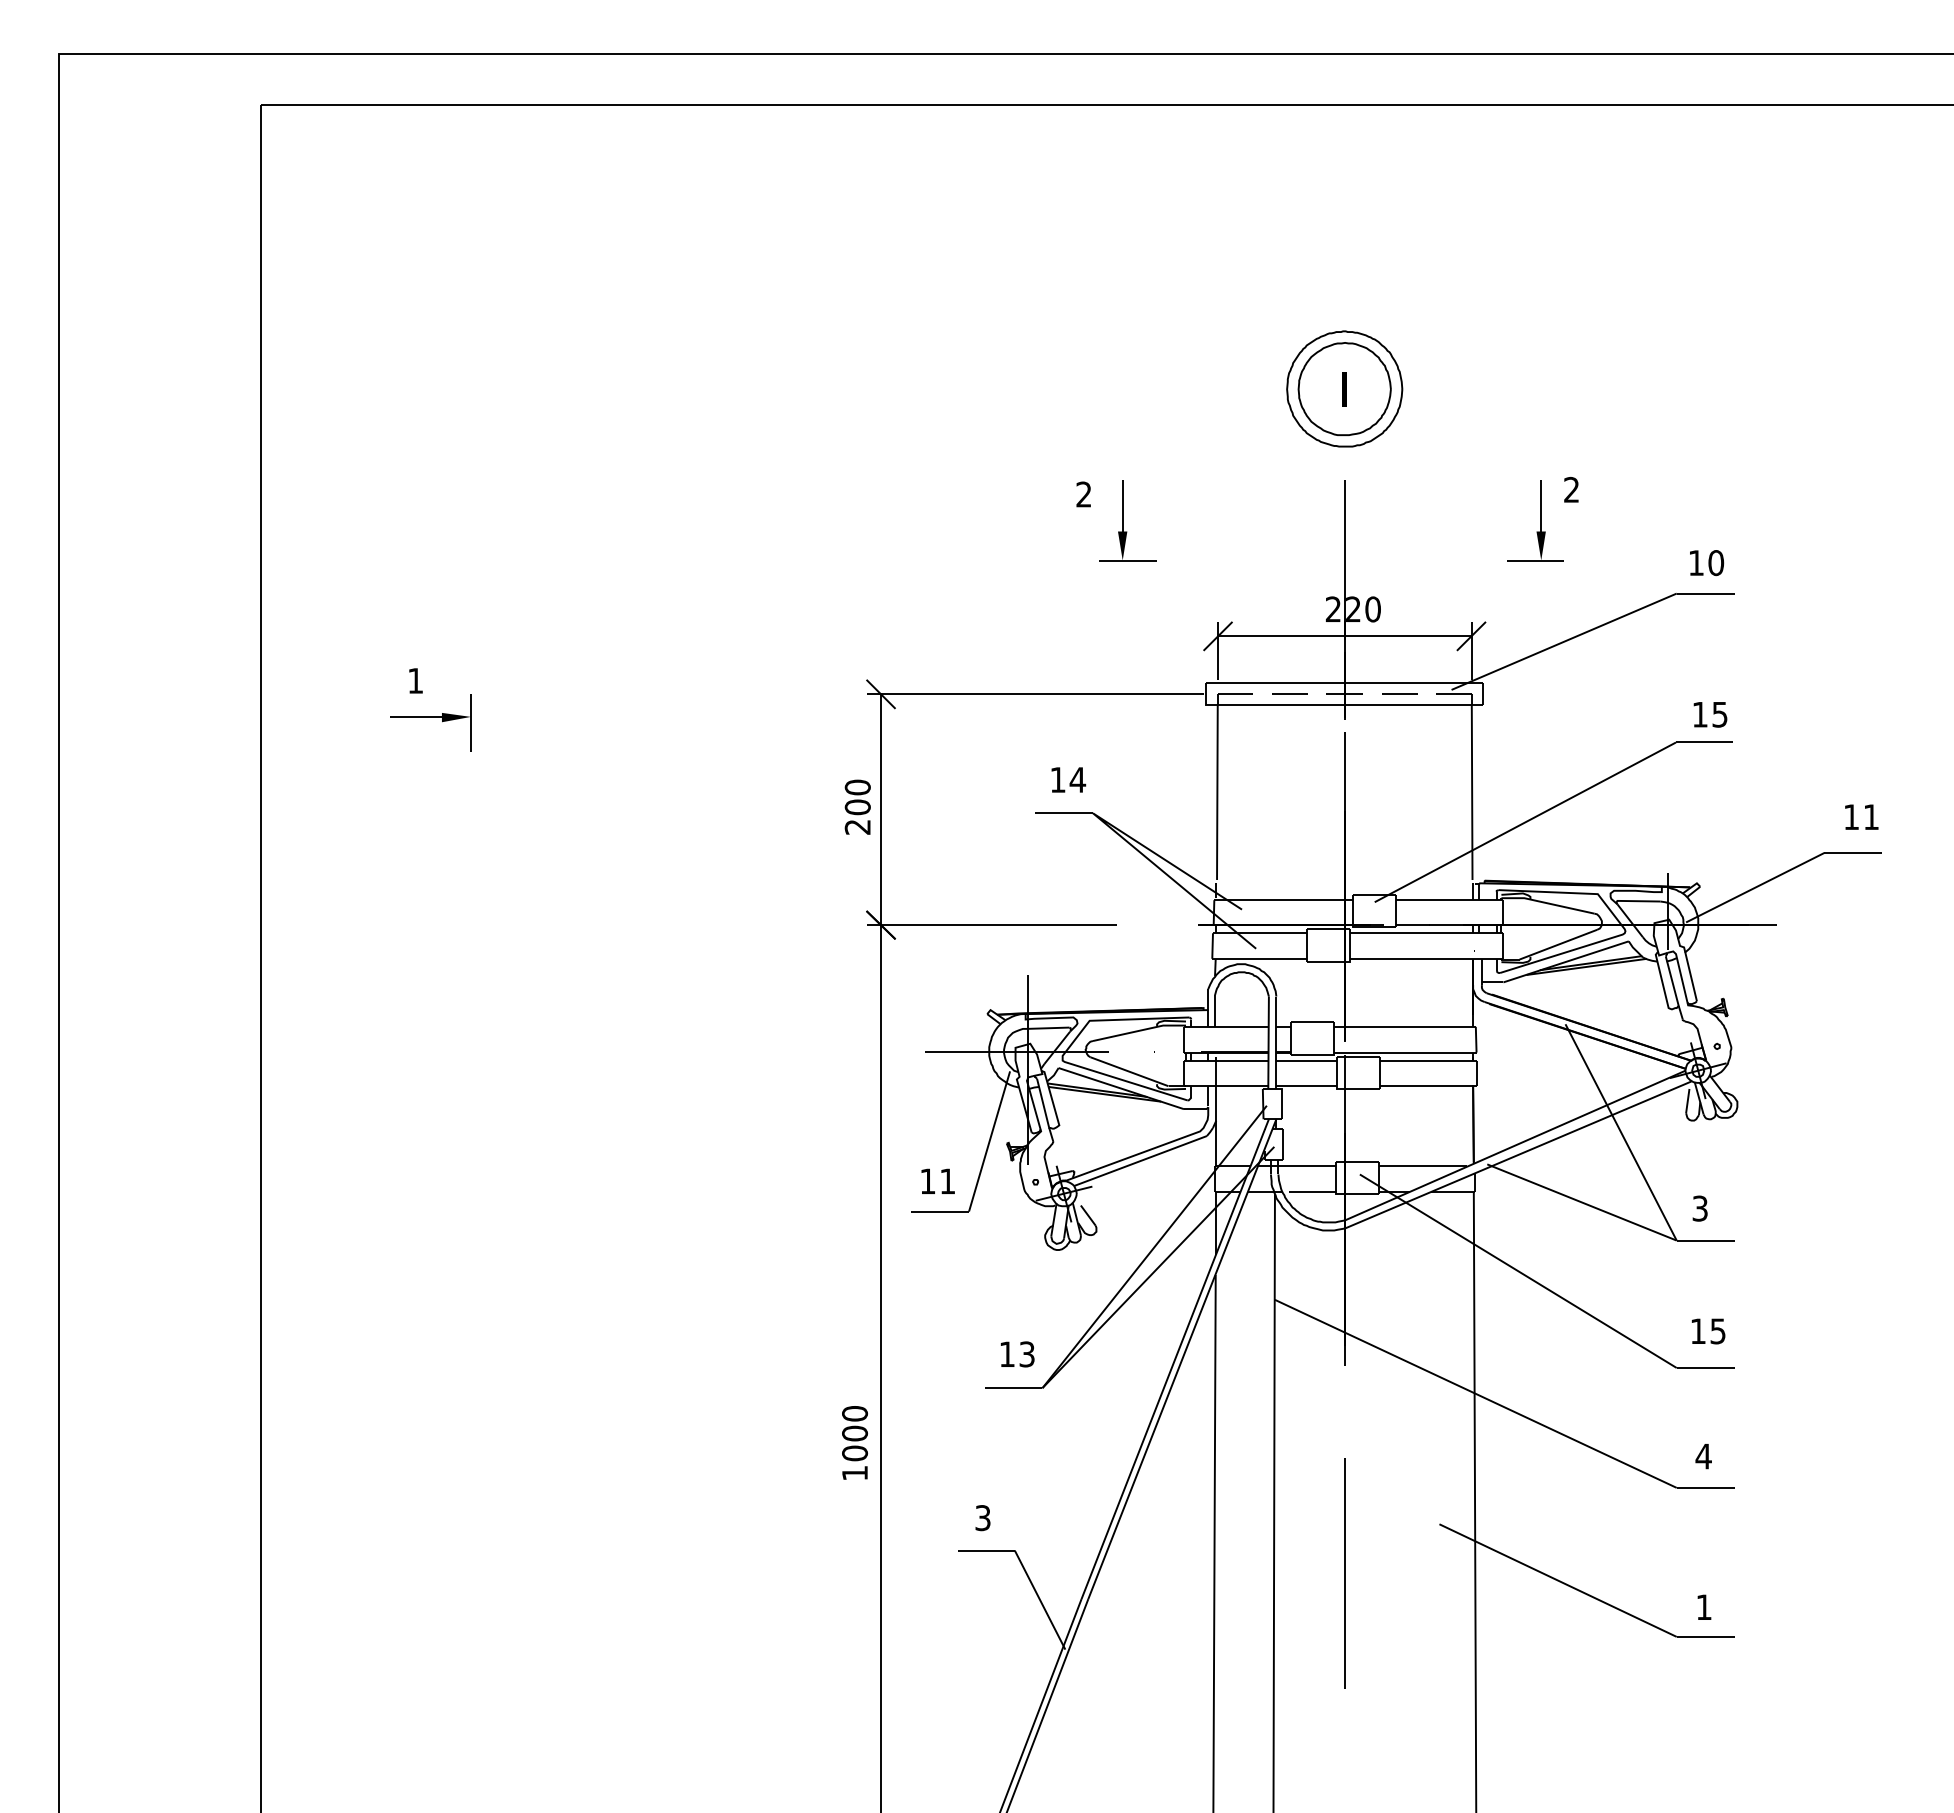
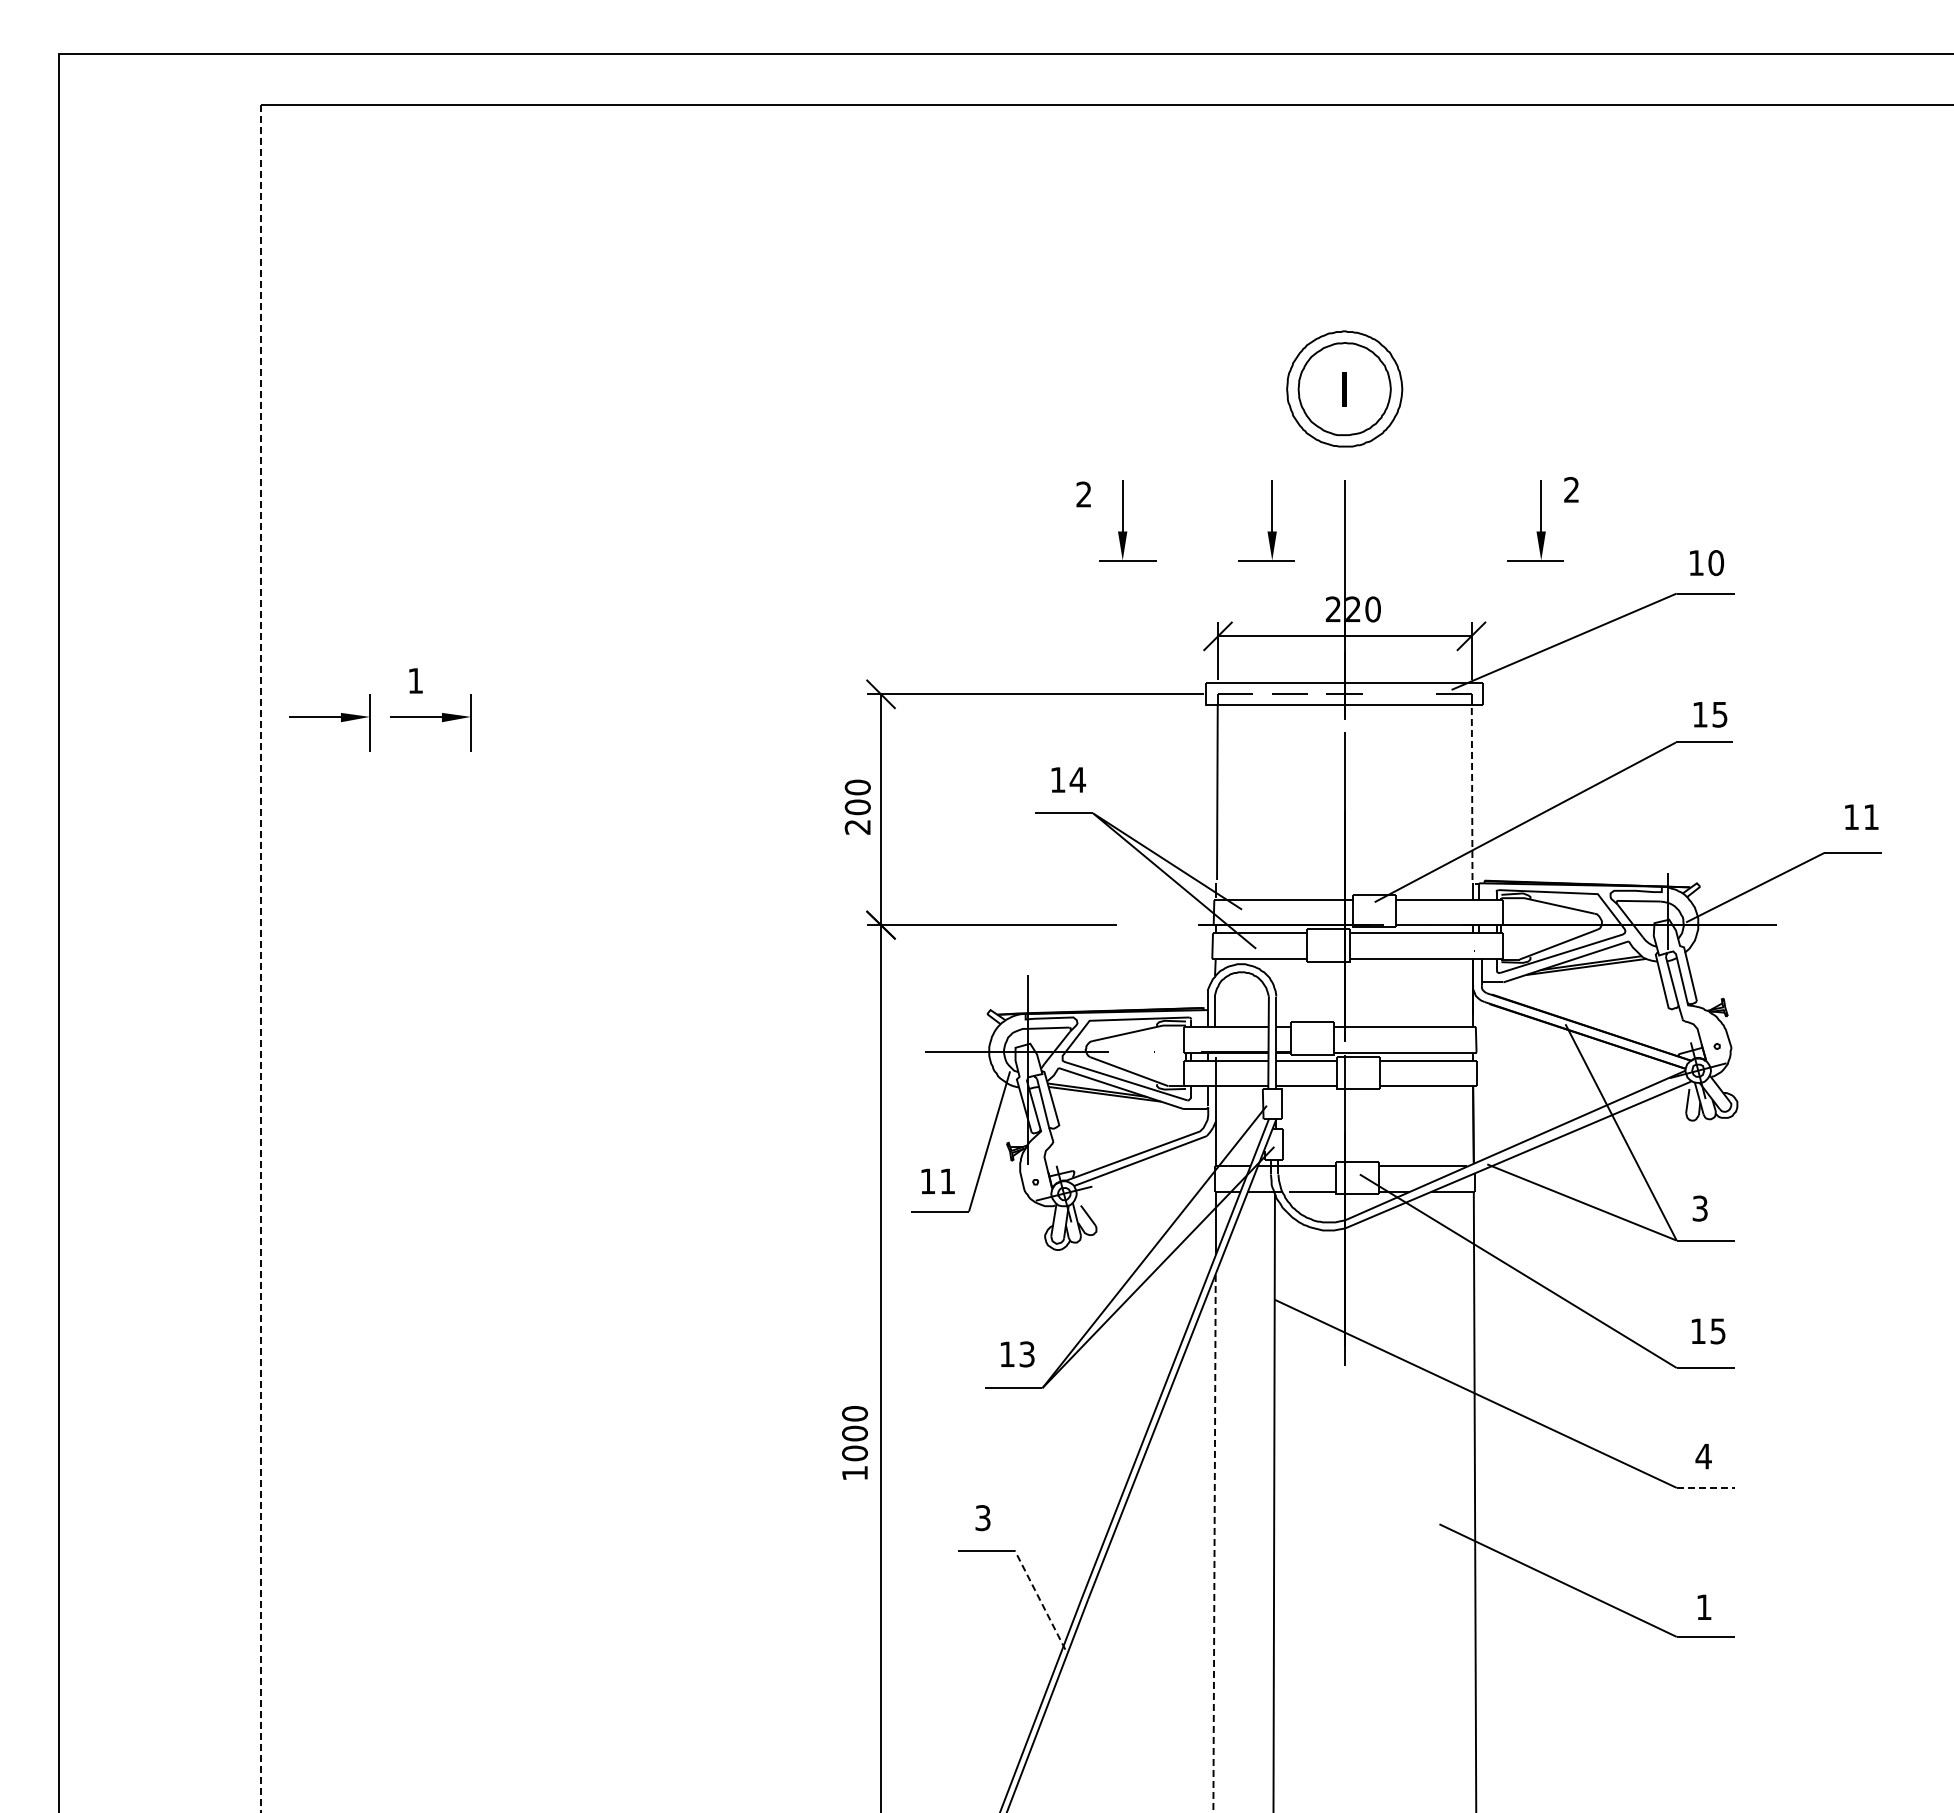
part at (1266, 520): none -> present
line at (1399, 693): present -> none
part at (329, 722): none -> present
line at (1472, 792): solid -> dashed
line at (260, 958): solid -> dashed
line at (1705, 1487): solid -> dashed
line at (1214, 1543): solid -> dashed
line at (1344, 1573): present -> none
line at (1040, 1600): solid -> dashed
